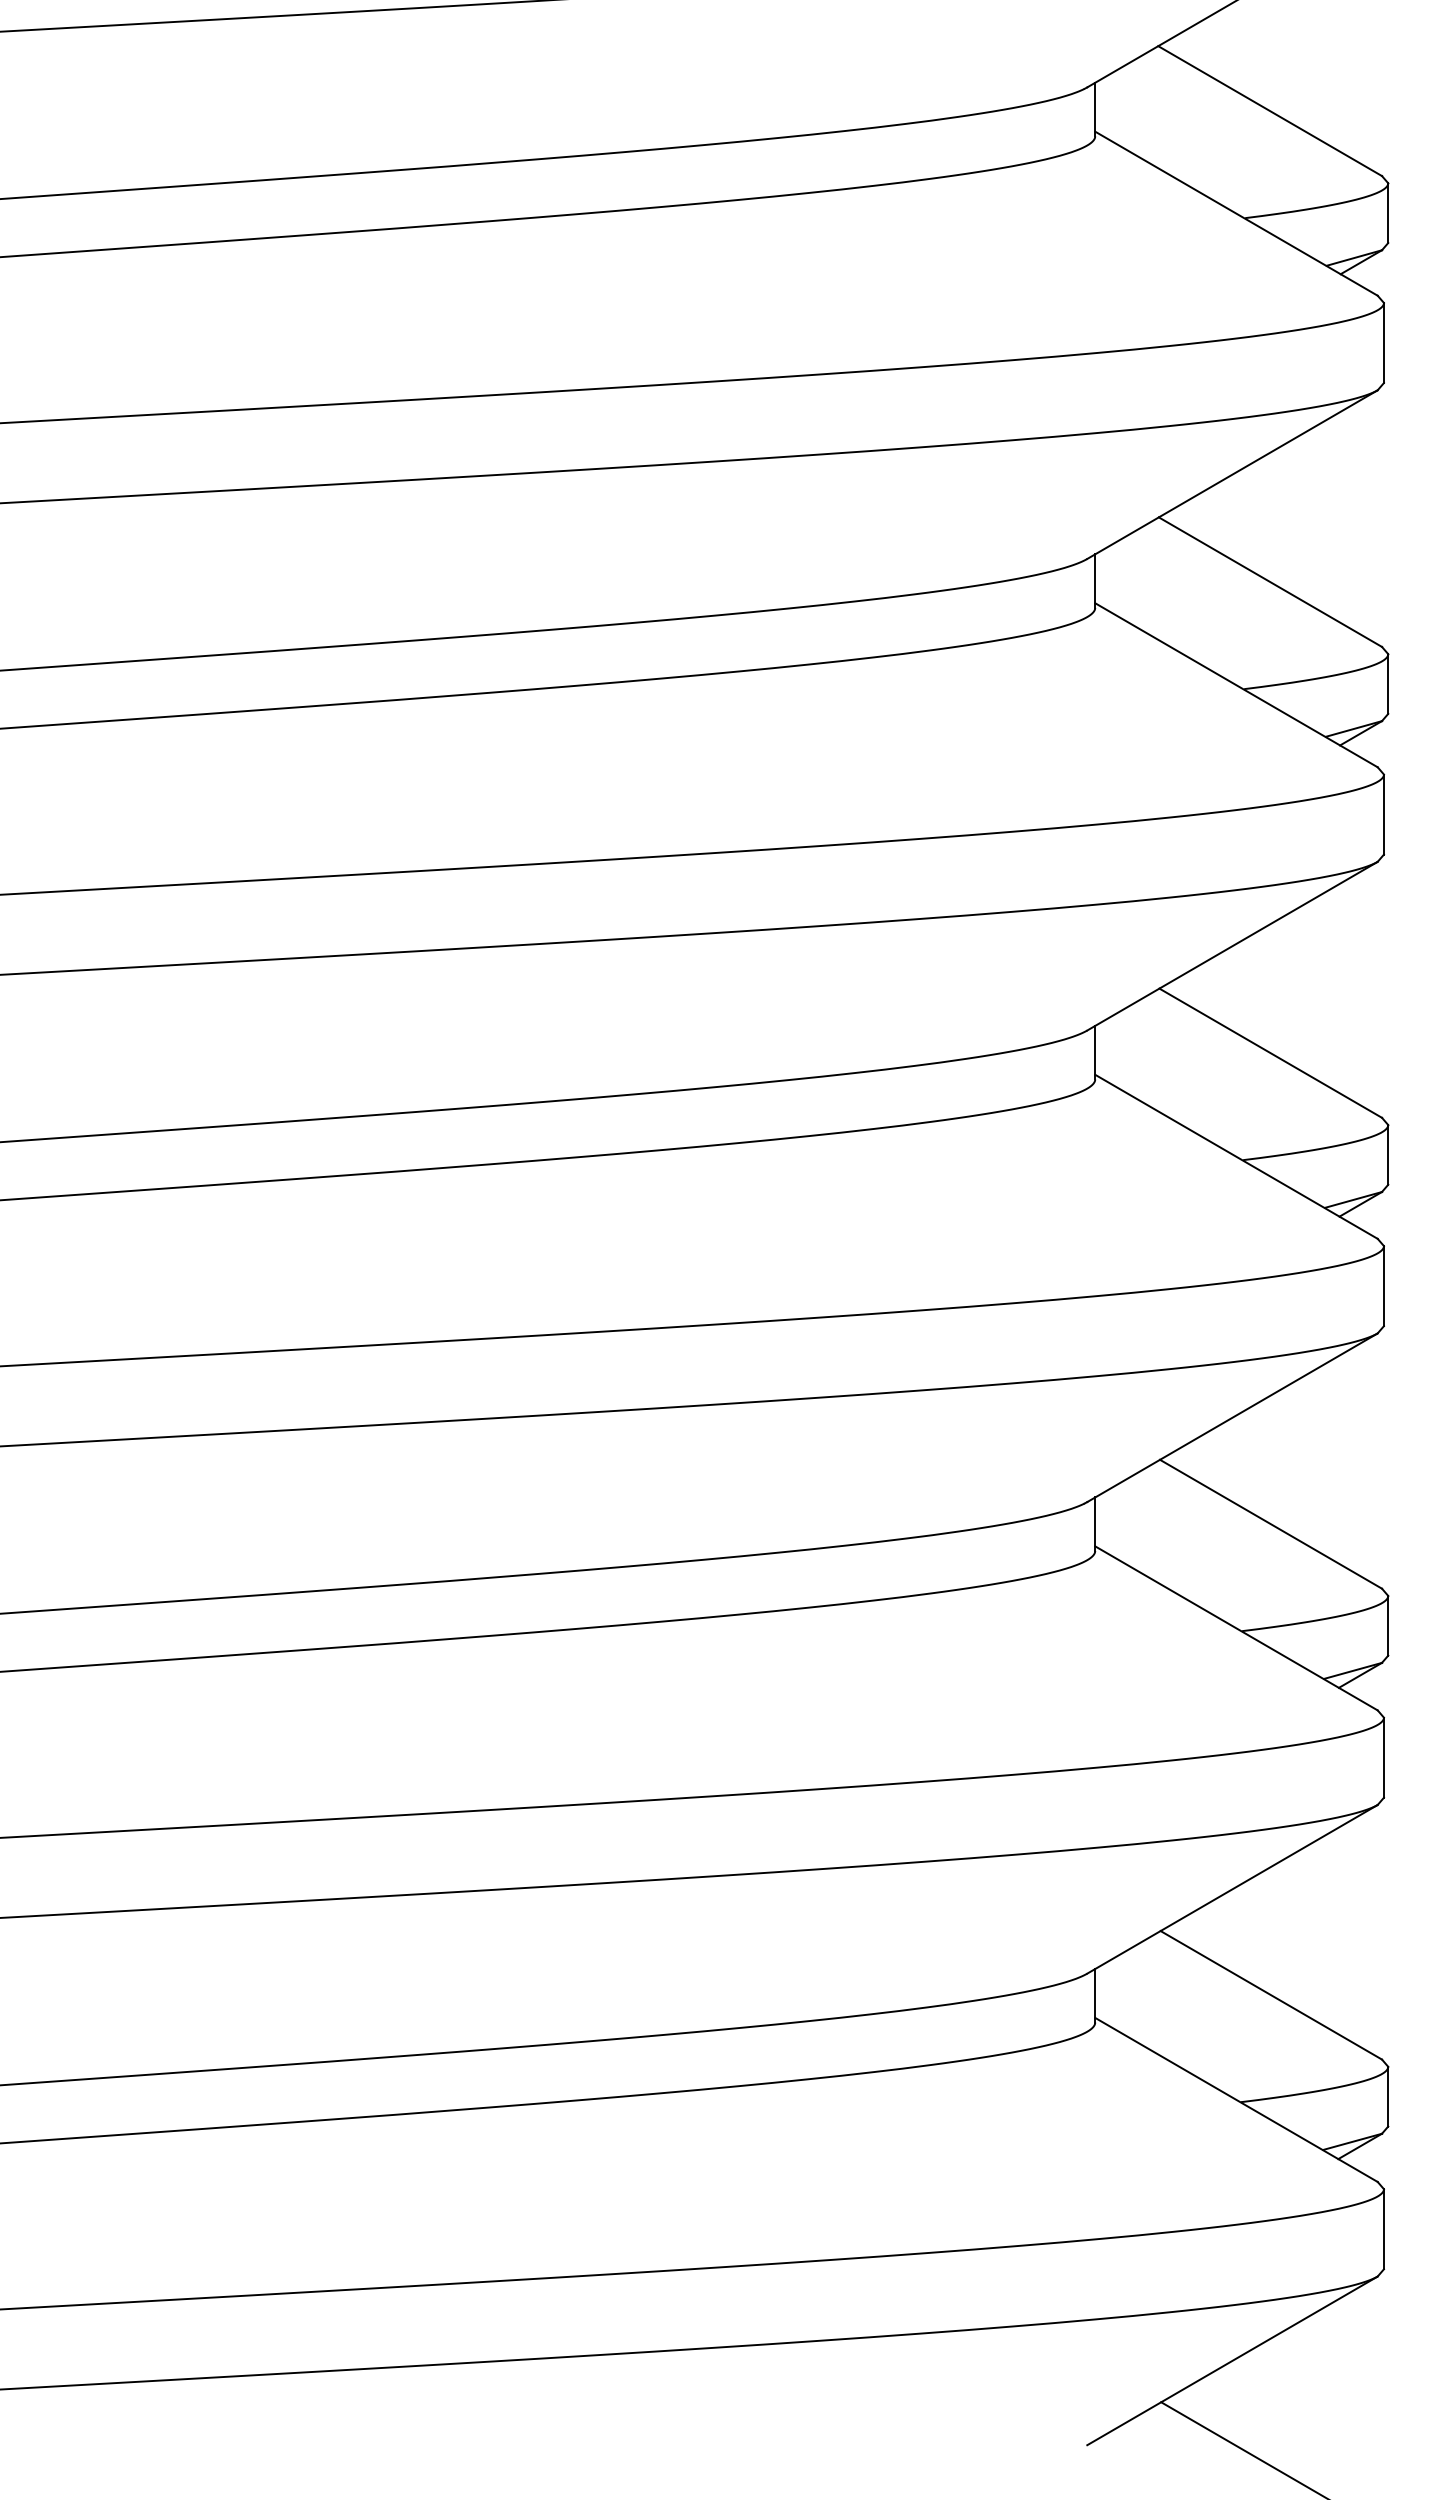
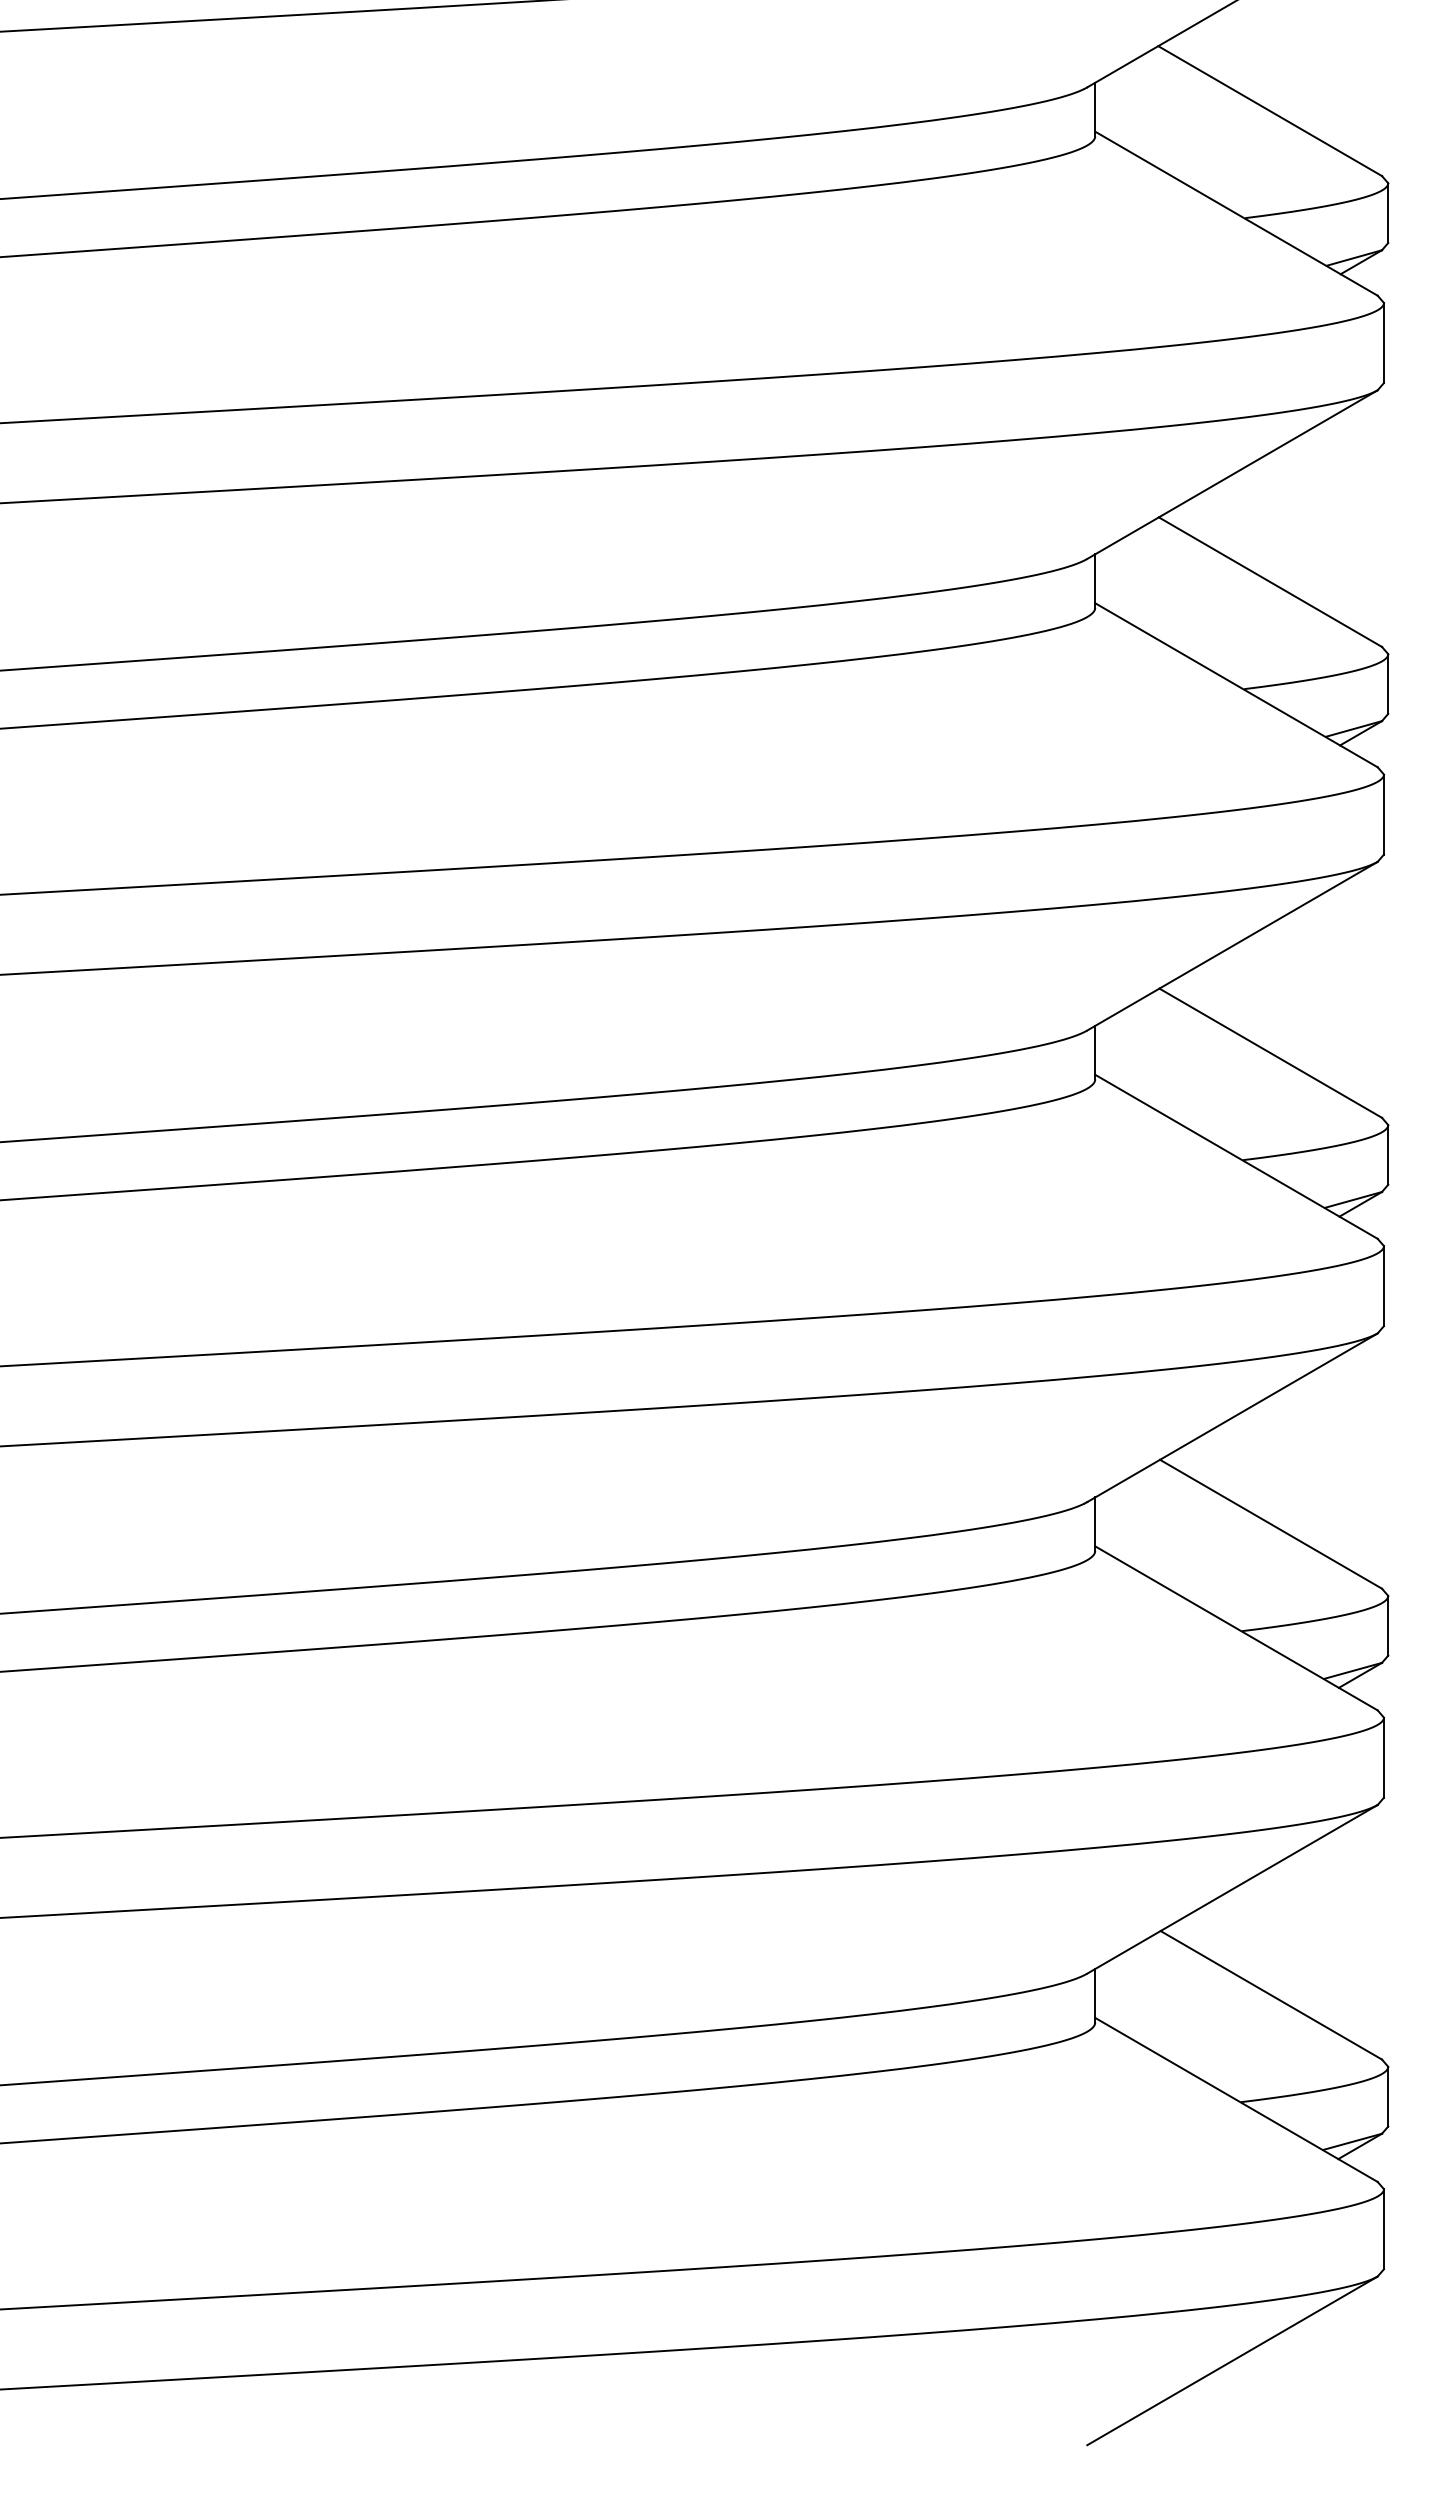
line at (1242, 2449): present -> none
